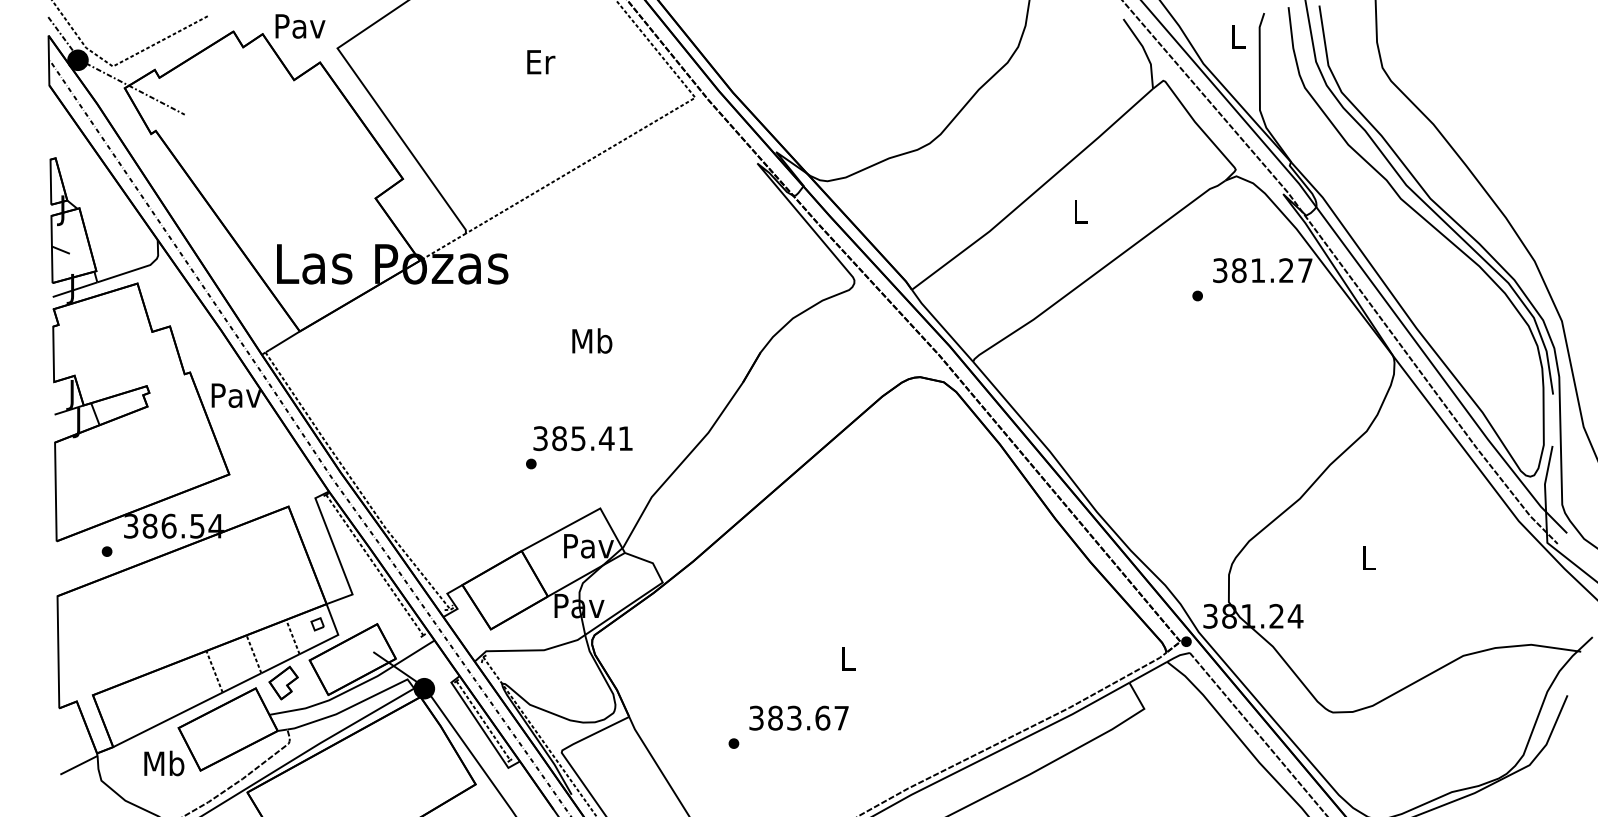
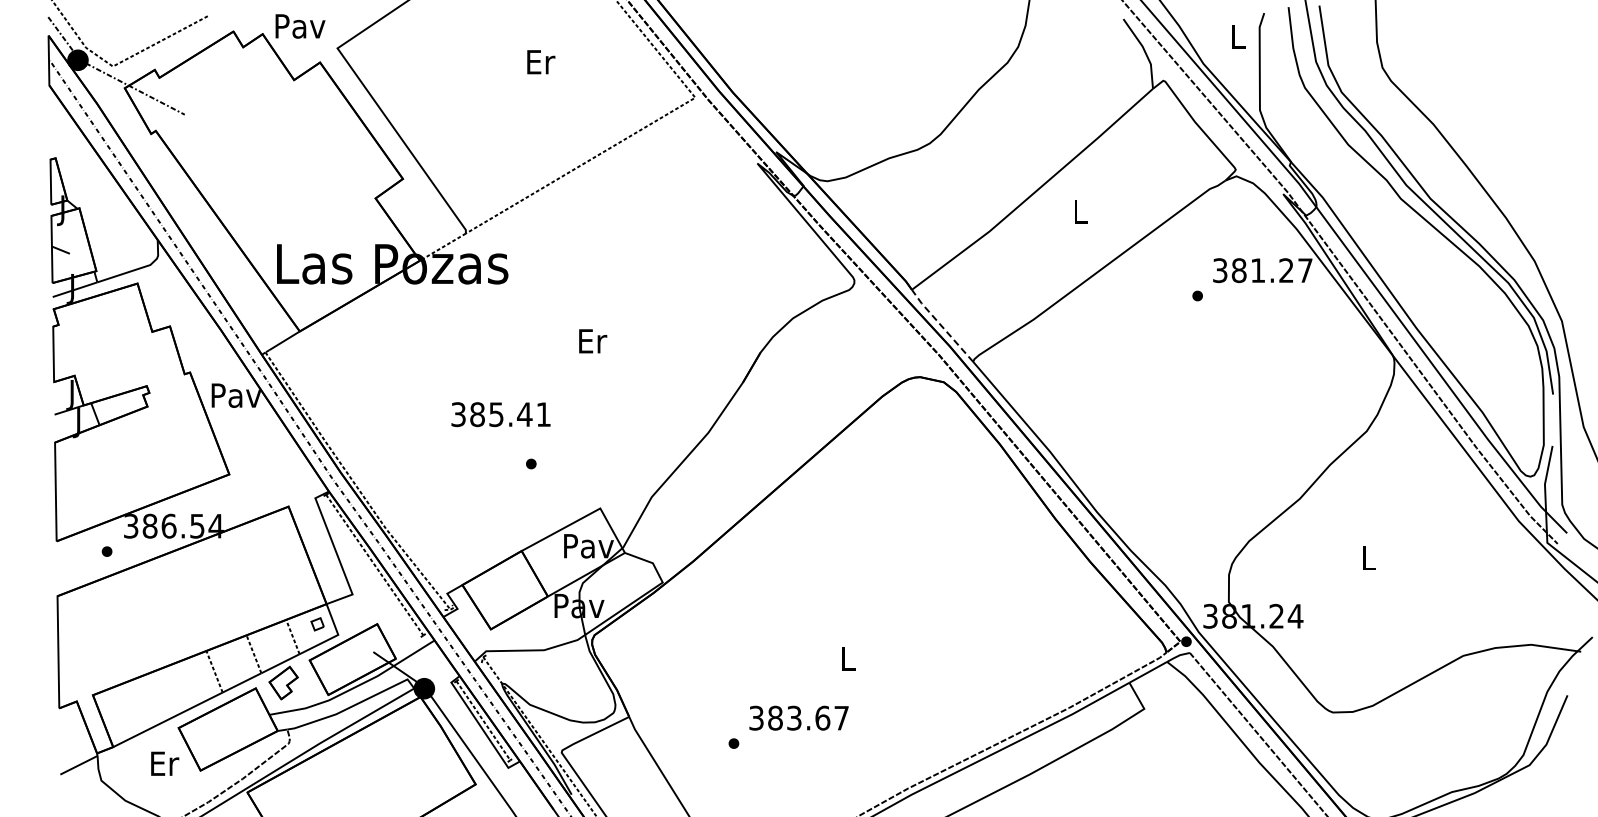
line at (941, 325): solid -> dashed
text at (592, 340): Mb -> Er
text at (582, 438) position: (582, 438) -> (500, 414)
text at (164, 763): Mb -> Er
